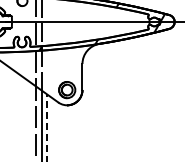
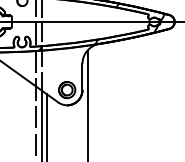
line at (87, 104): none -> present
line at (46, 127): dashed -> solid
